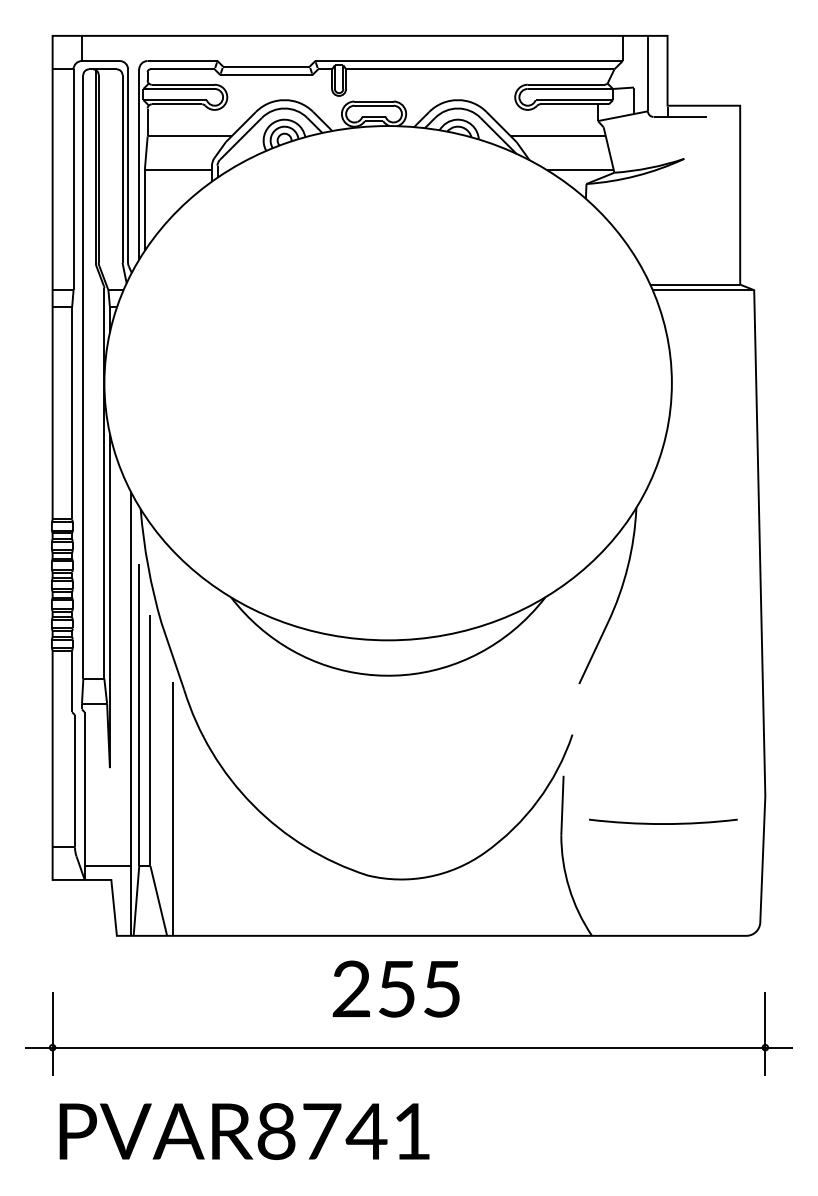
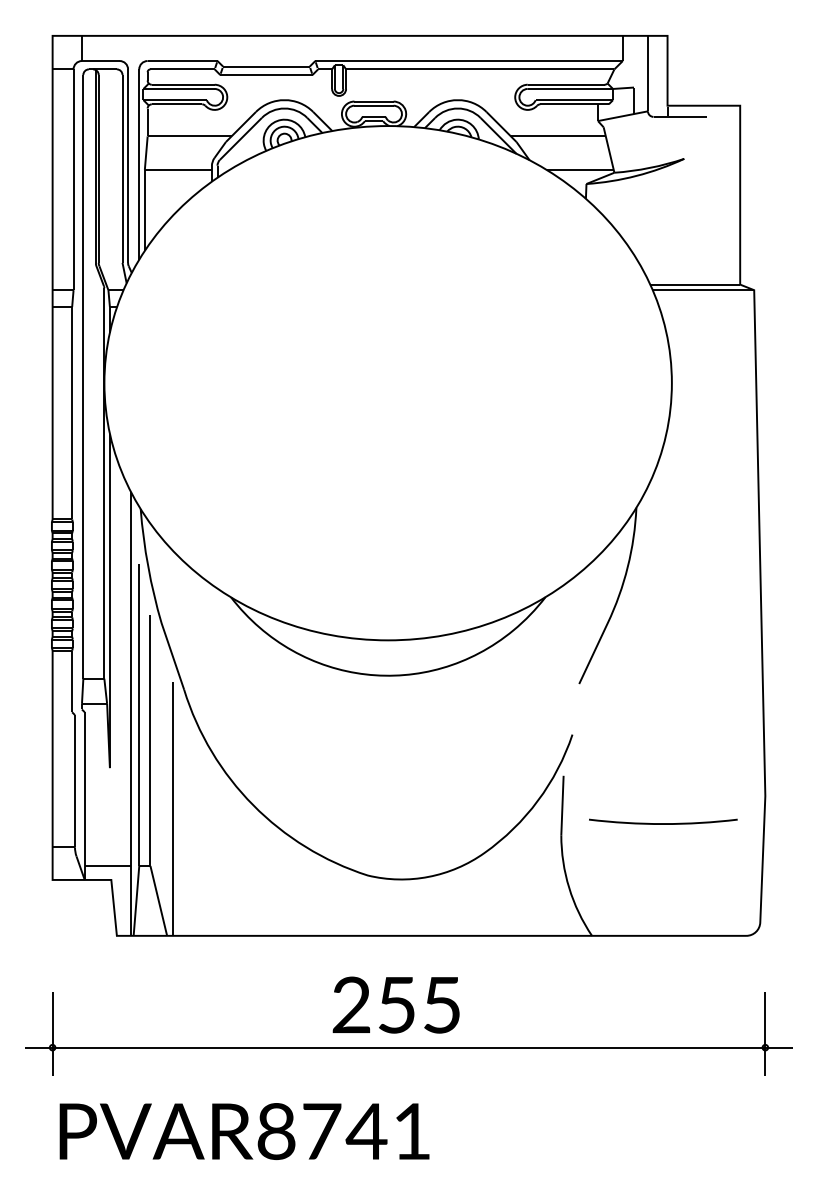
text at (395, 988) position: (395, 988) -> (395, 1004)
